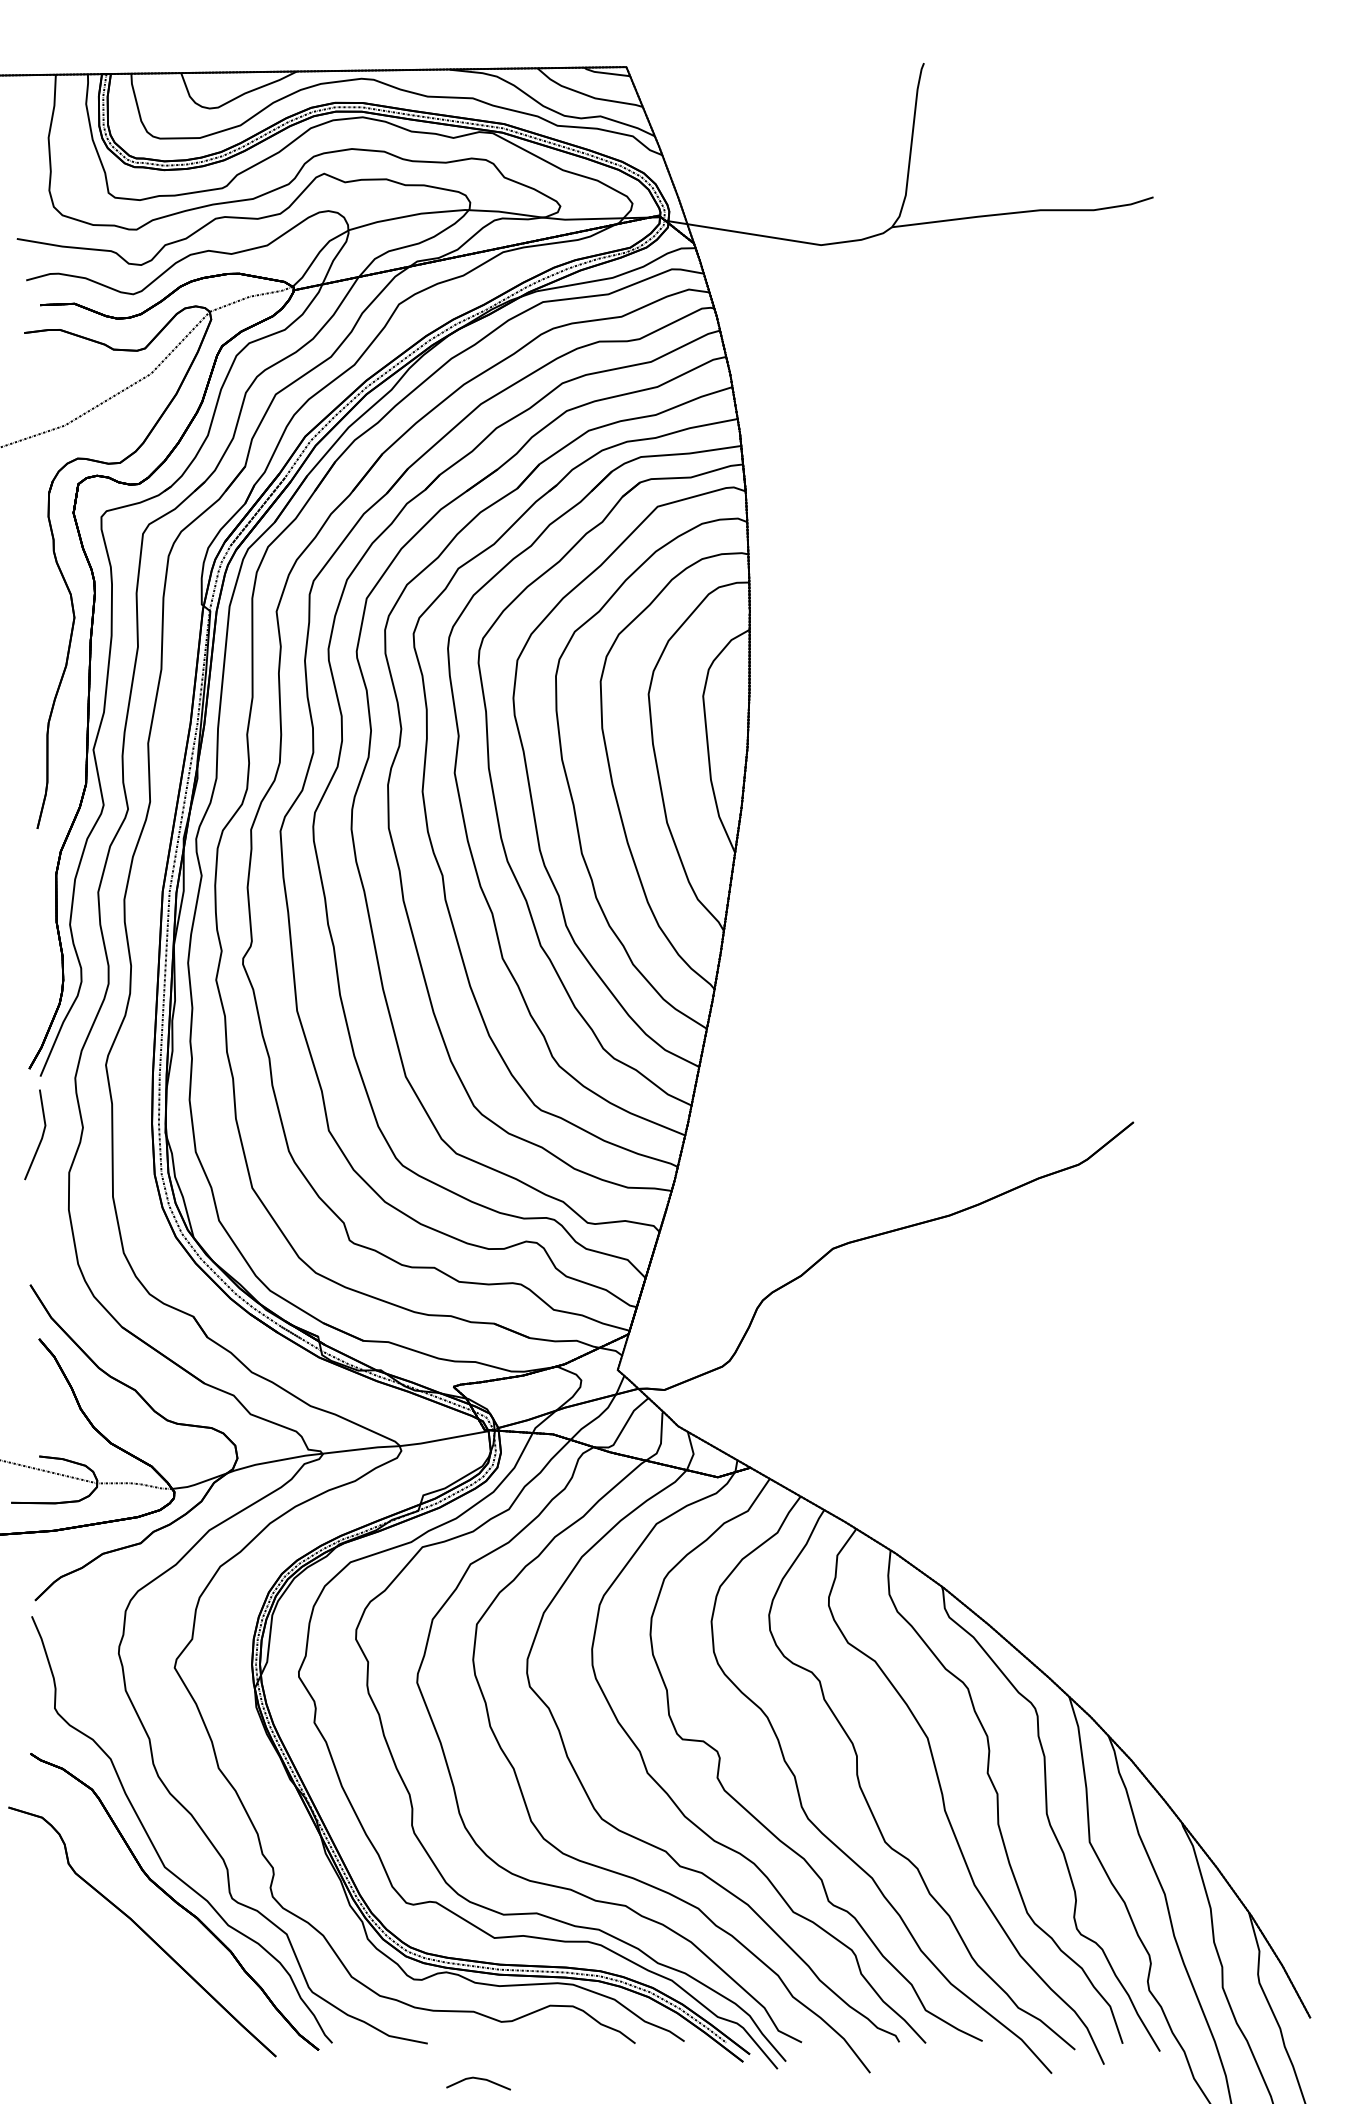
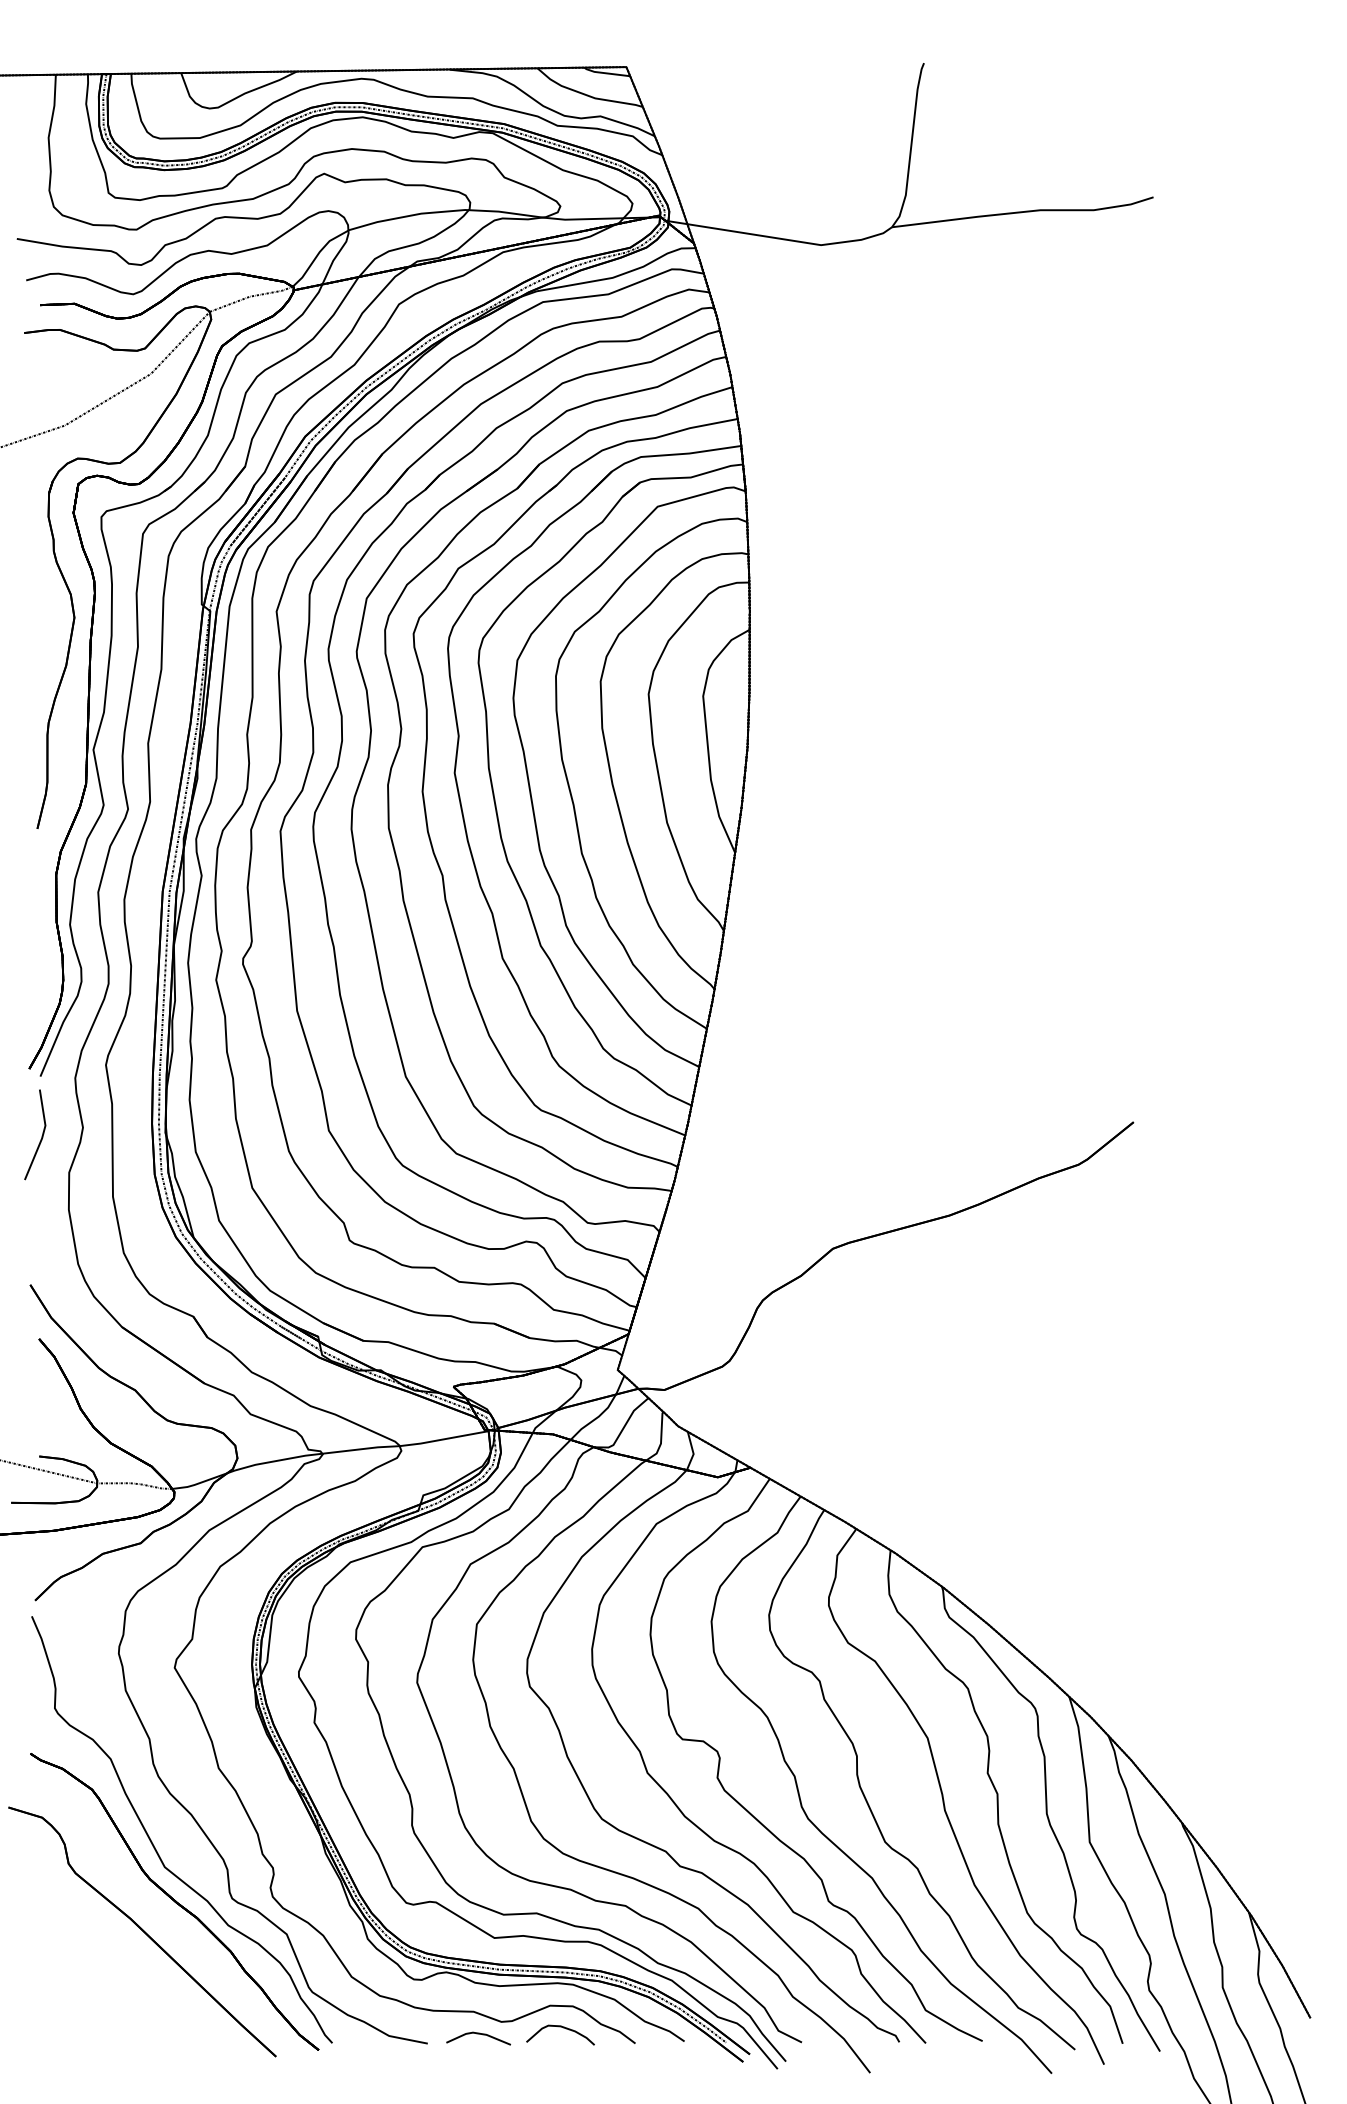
curve at (563, 2028): none -> present
line at (478, 2079) position: (478, 2079) -> (478, 2034)
